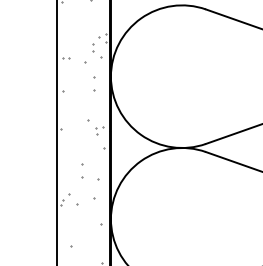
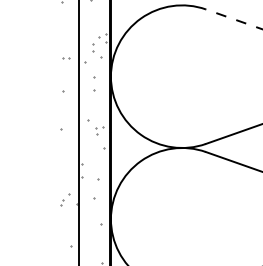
line at (234, 19): solid -> dashed
line at (57, 132) position: (57, 132) -> (79, 132)
